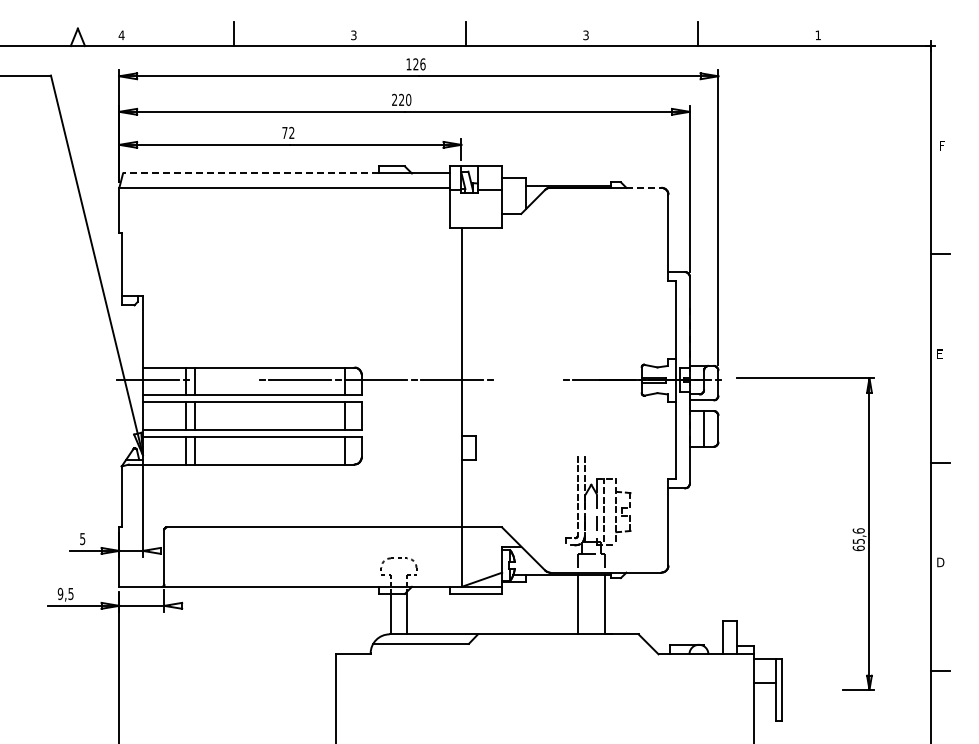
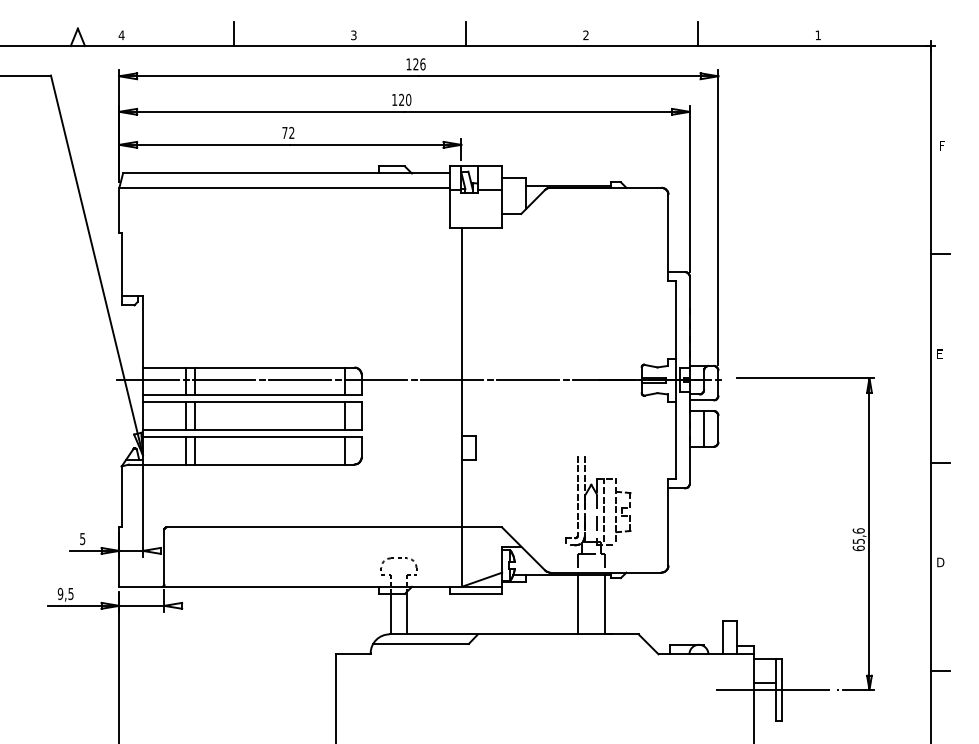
text at (585, 35): 3 -> 2
text at (394, 99): 220 -> 120
line at (250, 173): dashed -> solid
line at (644, 187): dashed -> solid
line at (224, 380): none -> present
line at (528, 380): none -> present
line at (776, 689): none -> present
